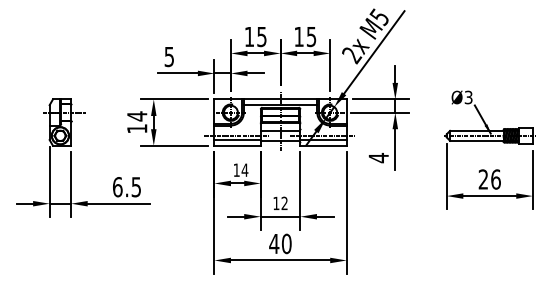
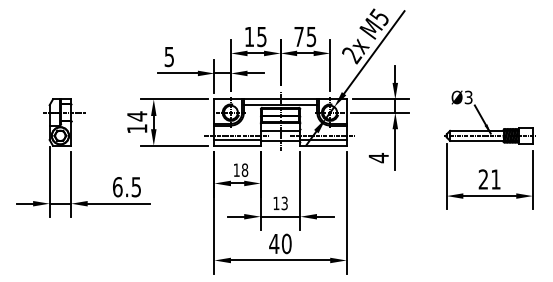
text at (298, 36): 15 -> 75
text at (244, 169): 14 -> 18
text at (495, 179): 26 -> 21
text at (284, 203): 12 -> 13
